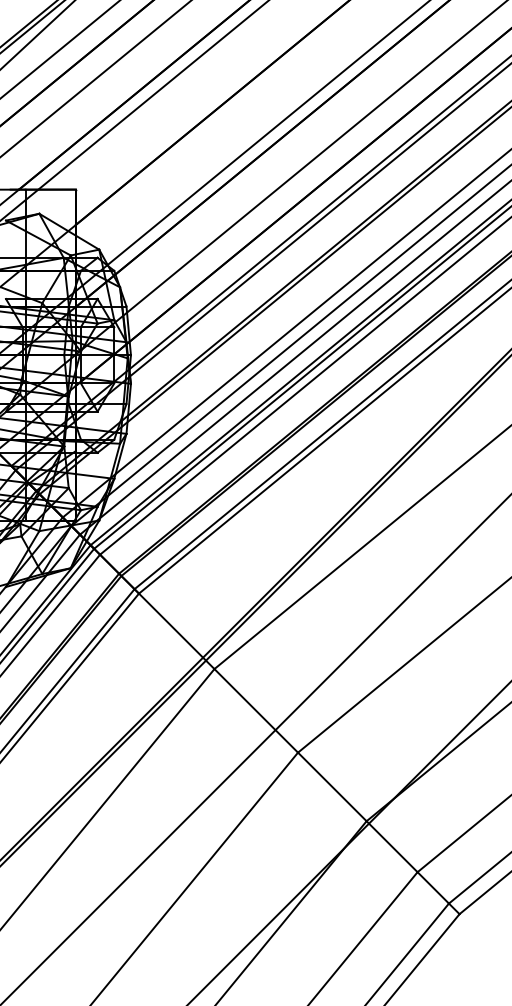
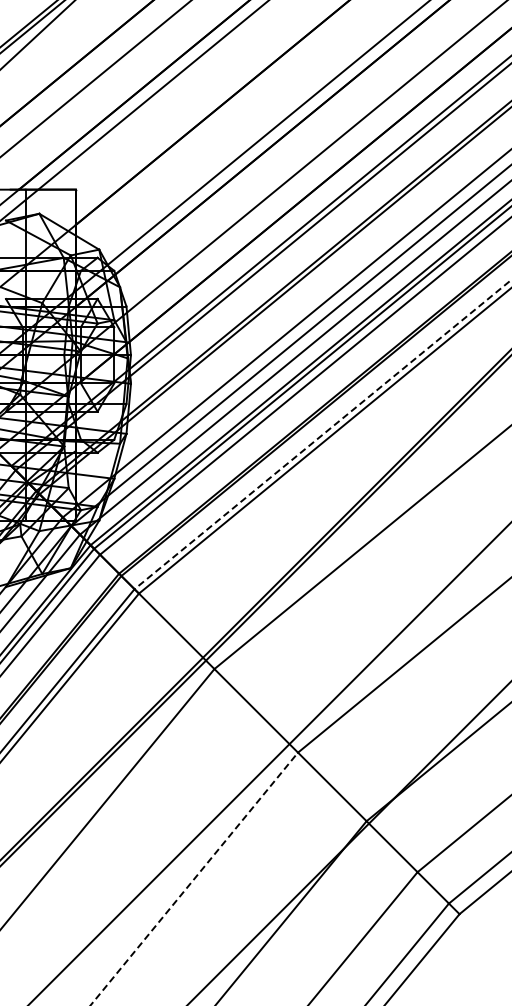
line at (59, 49): present -> none
line at (323, 434): solid -> dashed
line at (255, 749) position: (255, 749) -> (269, 763)
line at (194, 878): solid -> dashed
